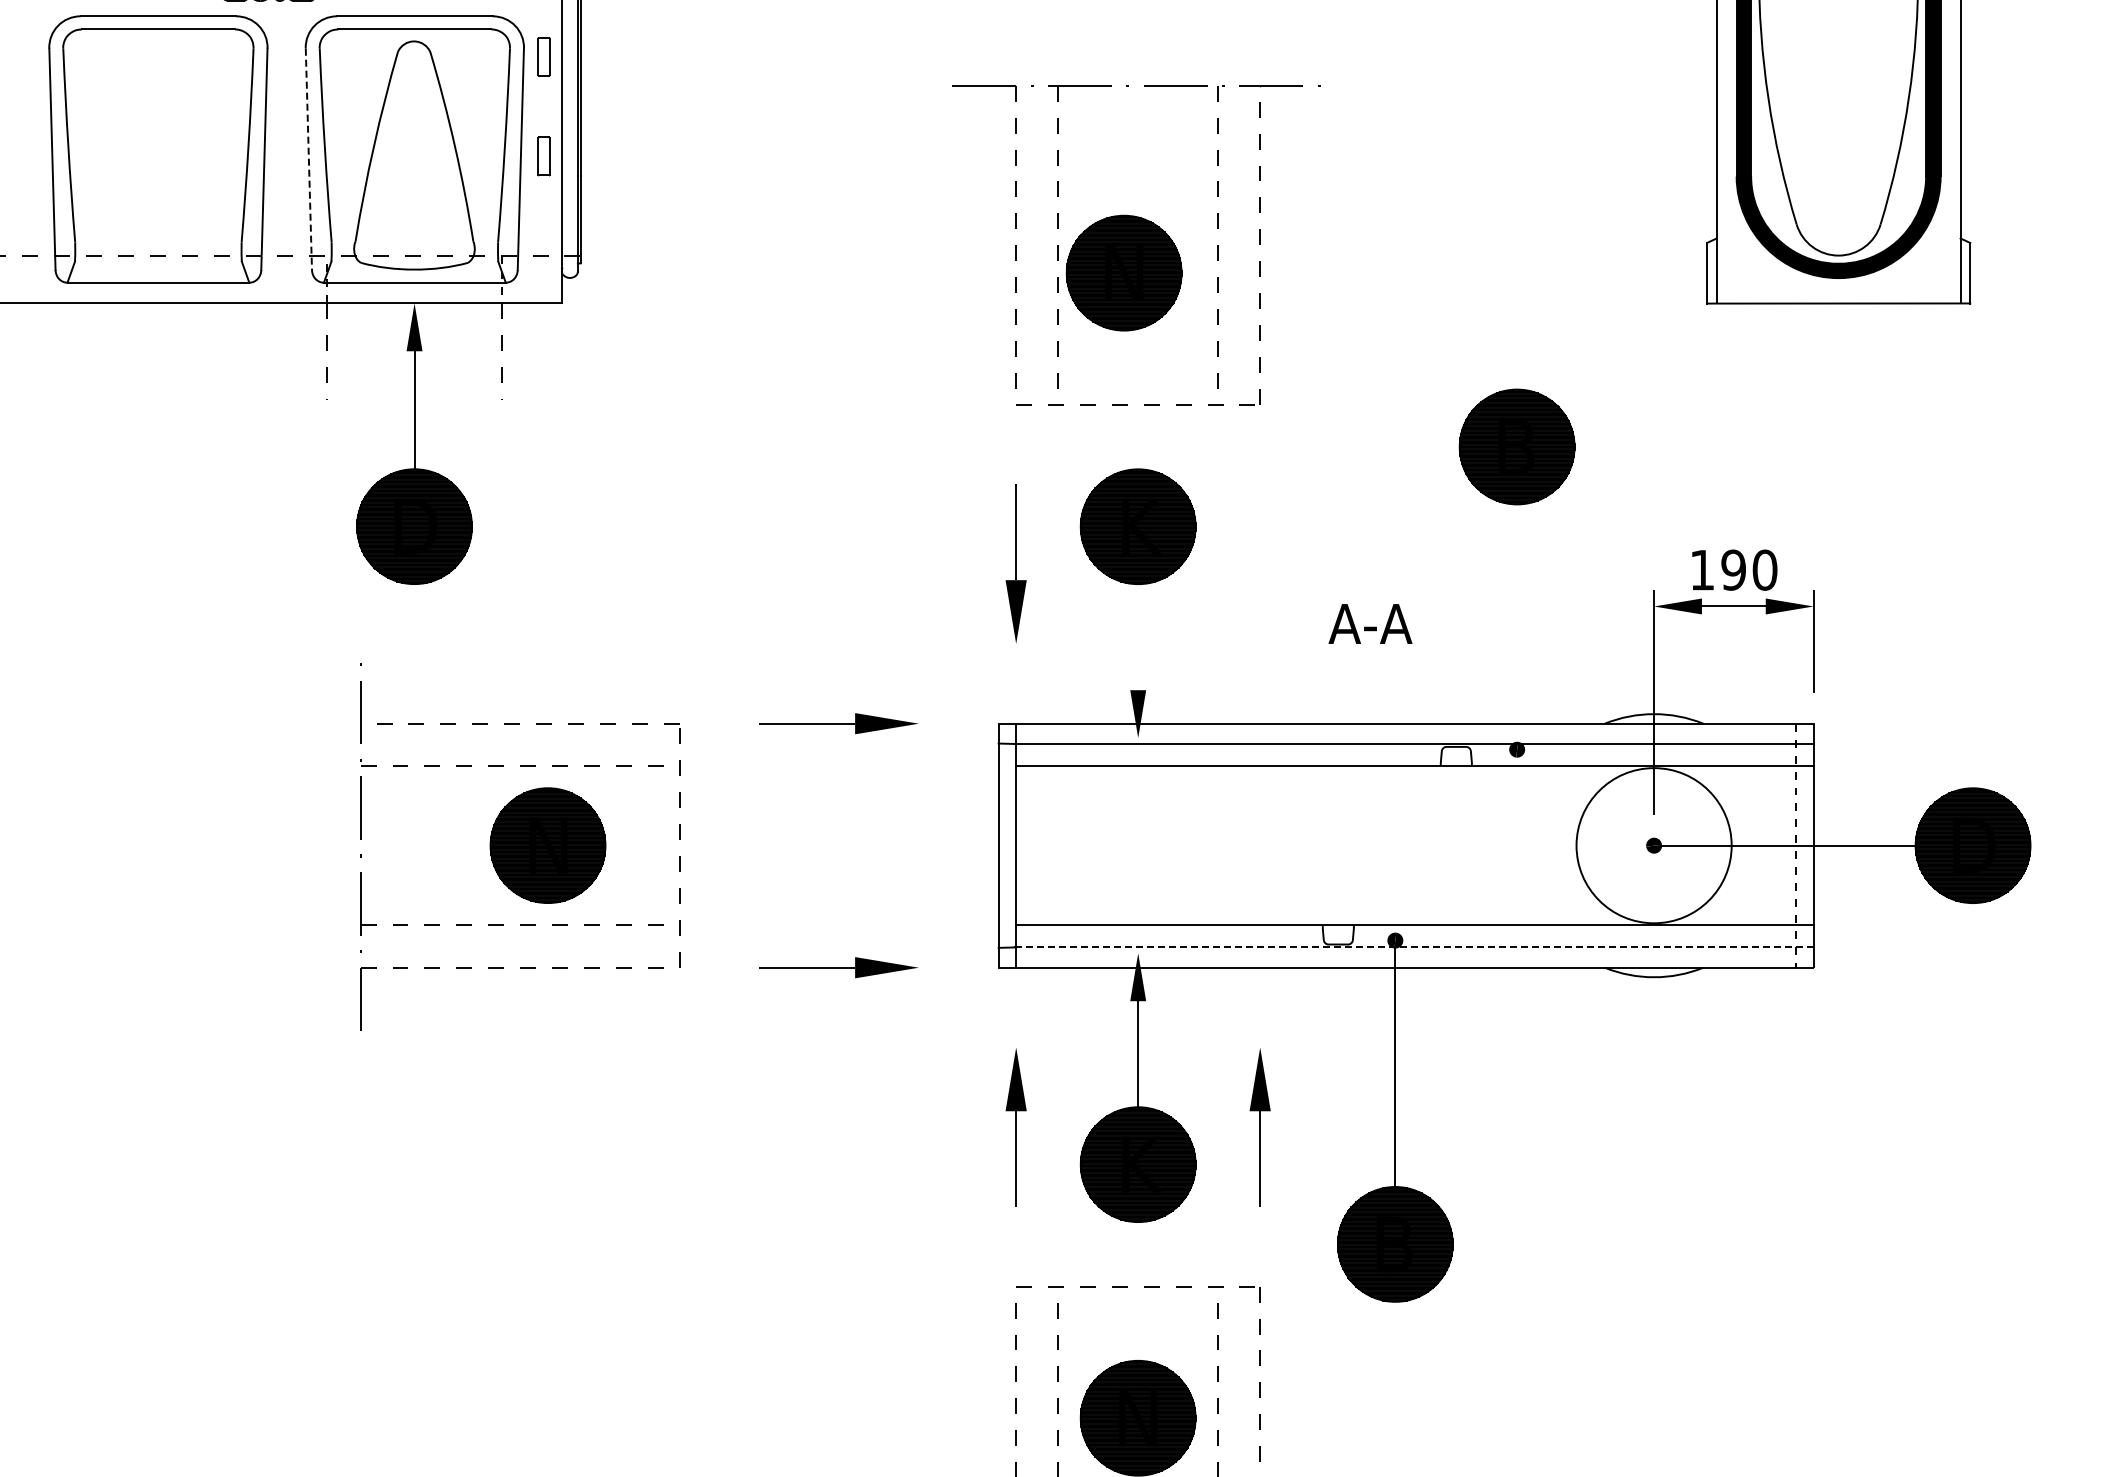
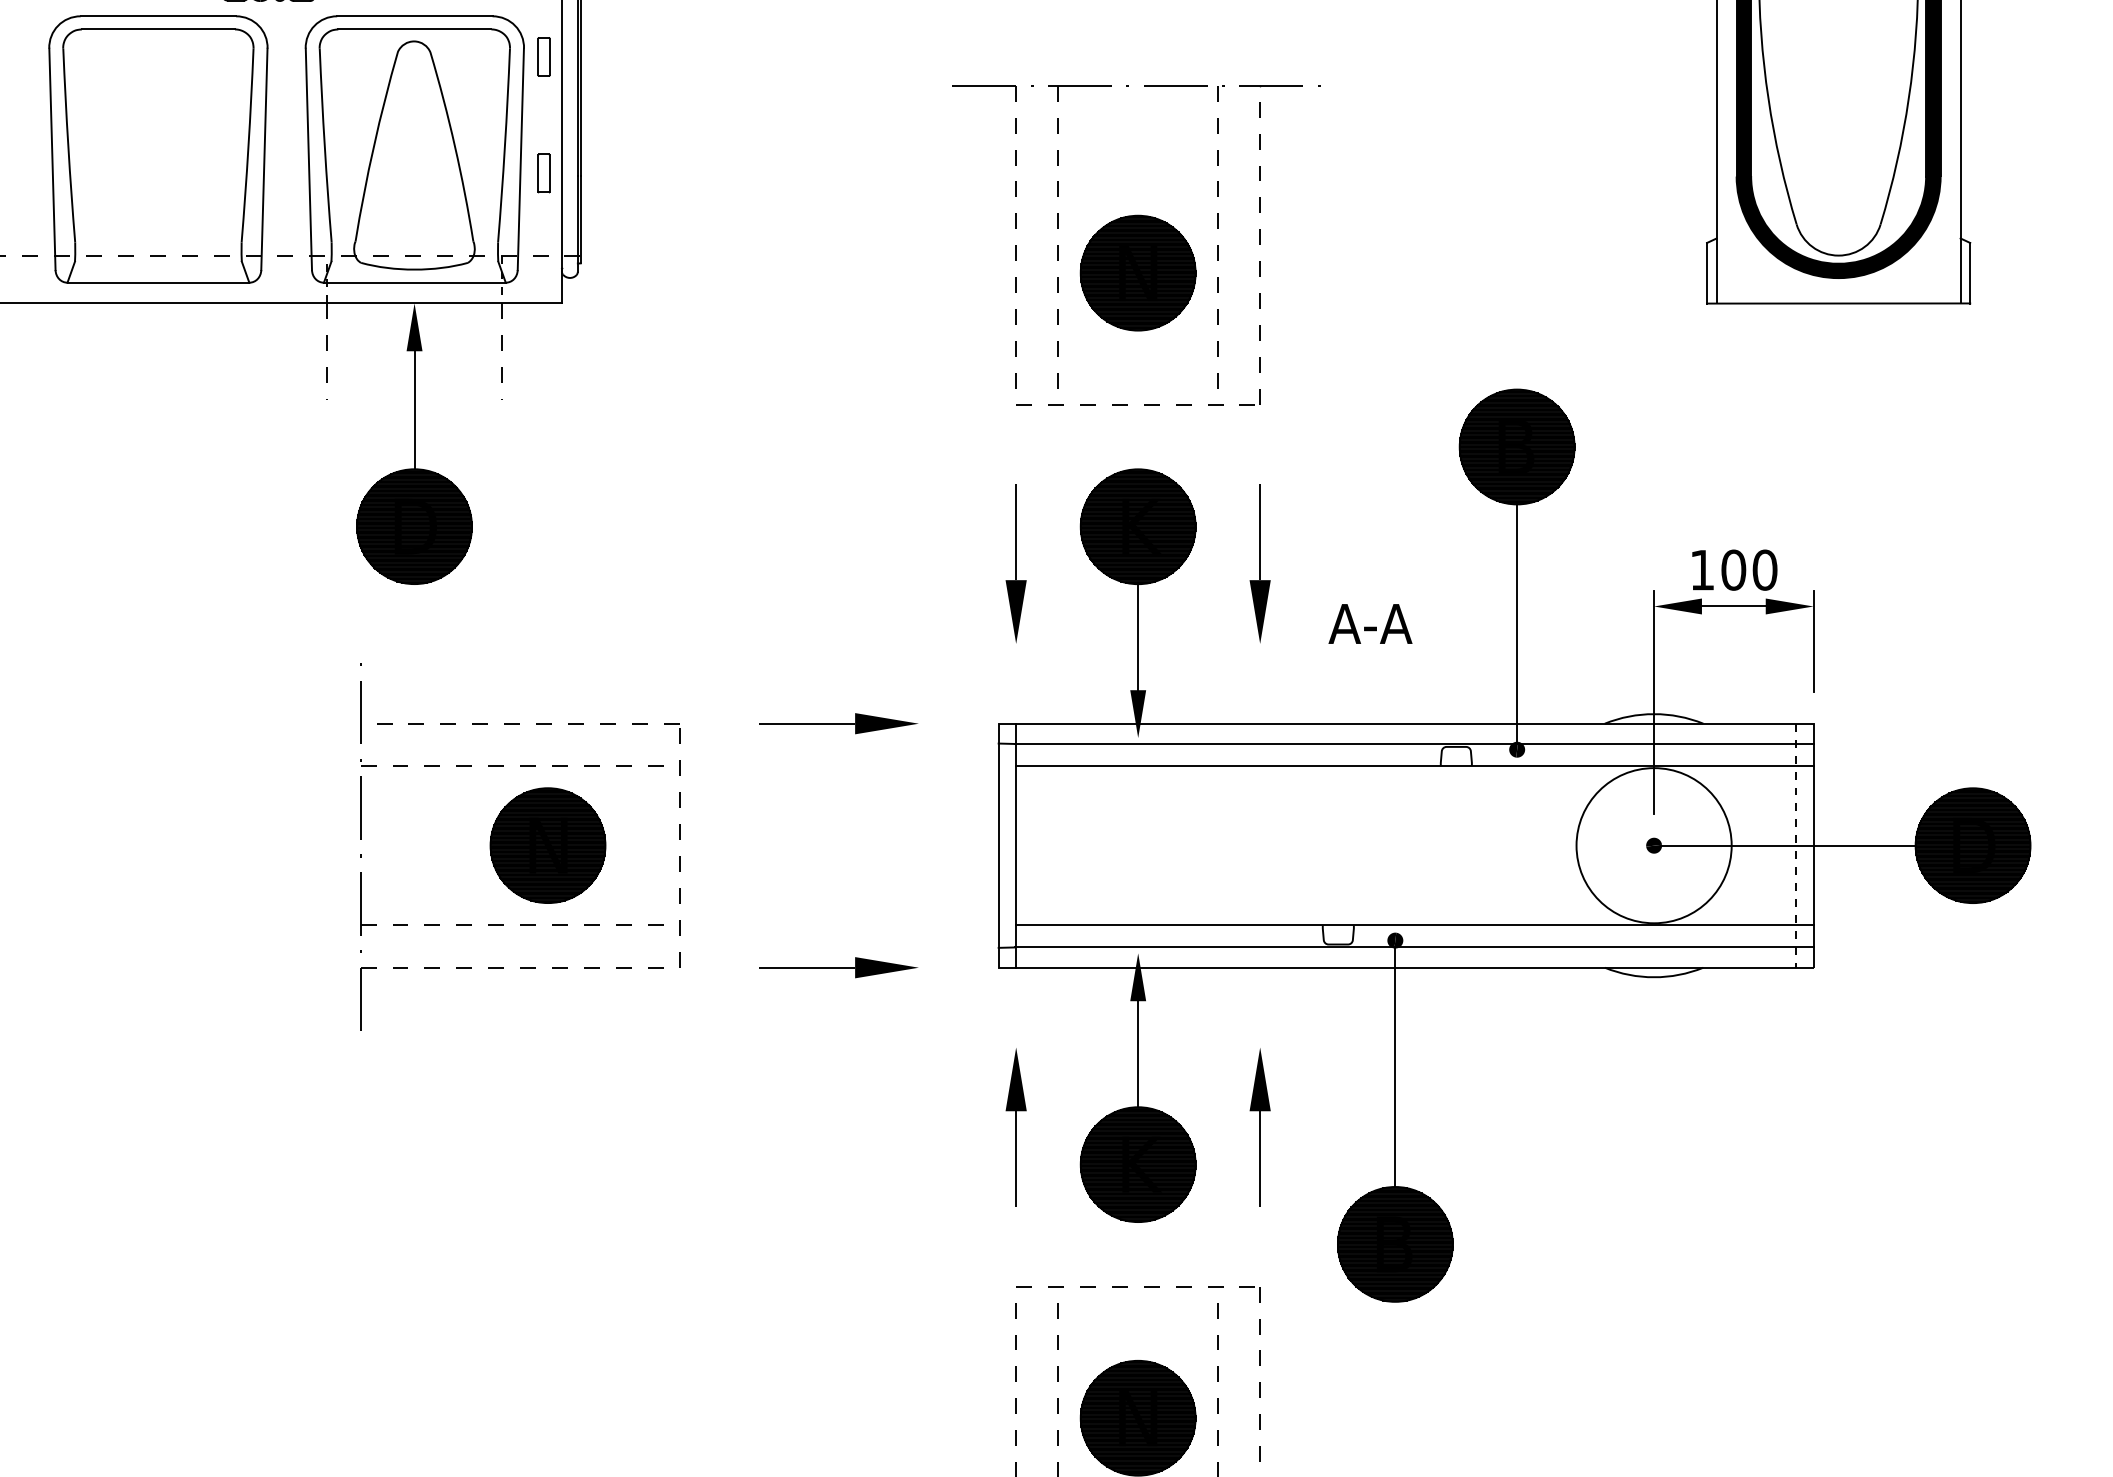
part at (543, 156) position: (543, 156) -> (543, 173)
line at (308, 159): dashed -> solid
part at (1123, 272) position: (1123, 272) -> (1137, 272)
part at (1259, 563): none -> present
text at (1733, 569): 190 -> 100
line at (1517, 623): none -> present
line at (1138, 637): none -> present
line at (1414, 946): dashed -> solid
